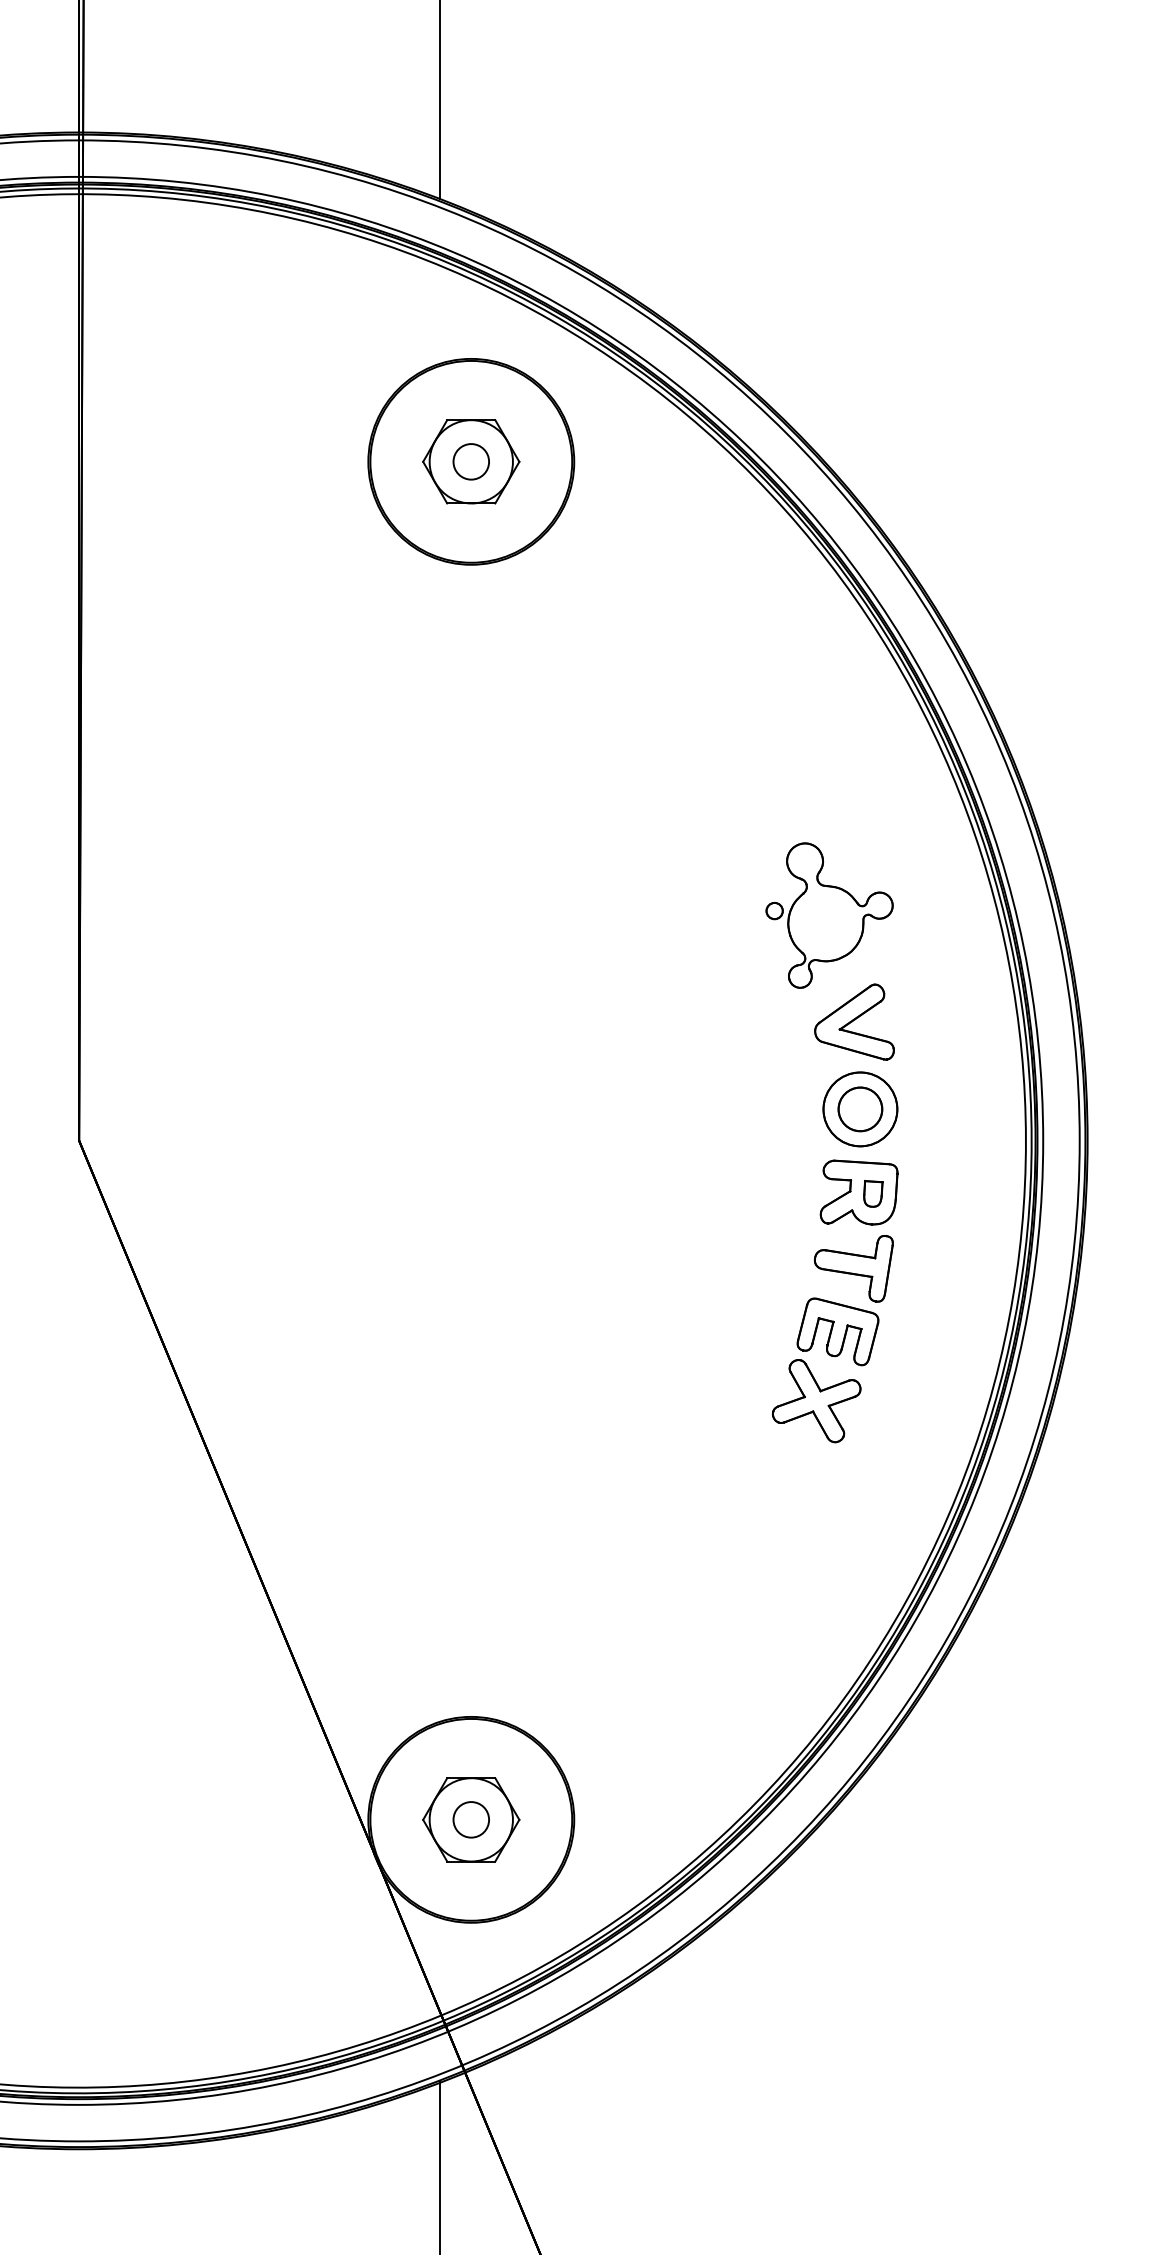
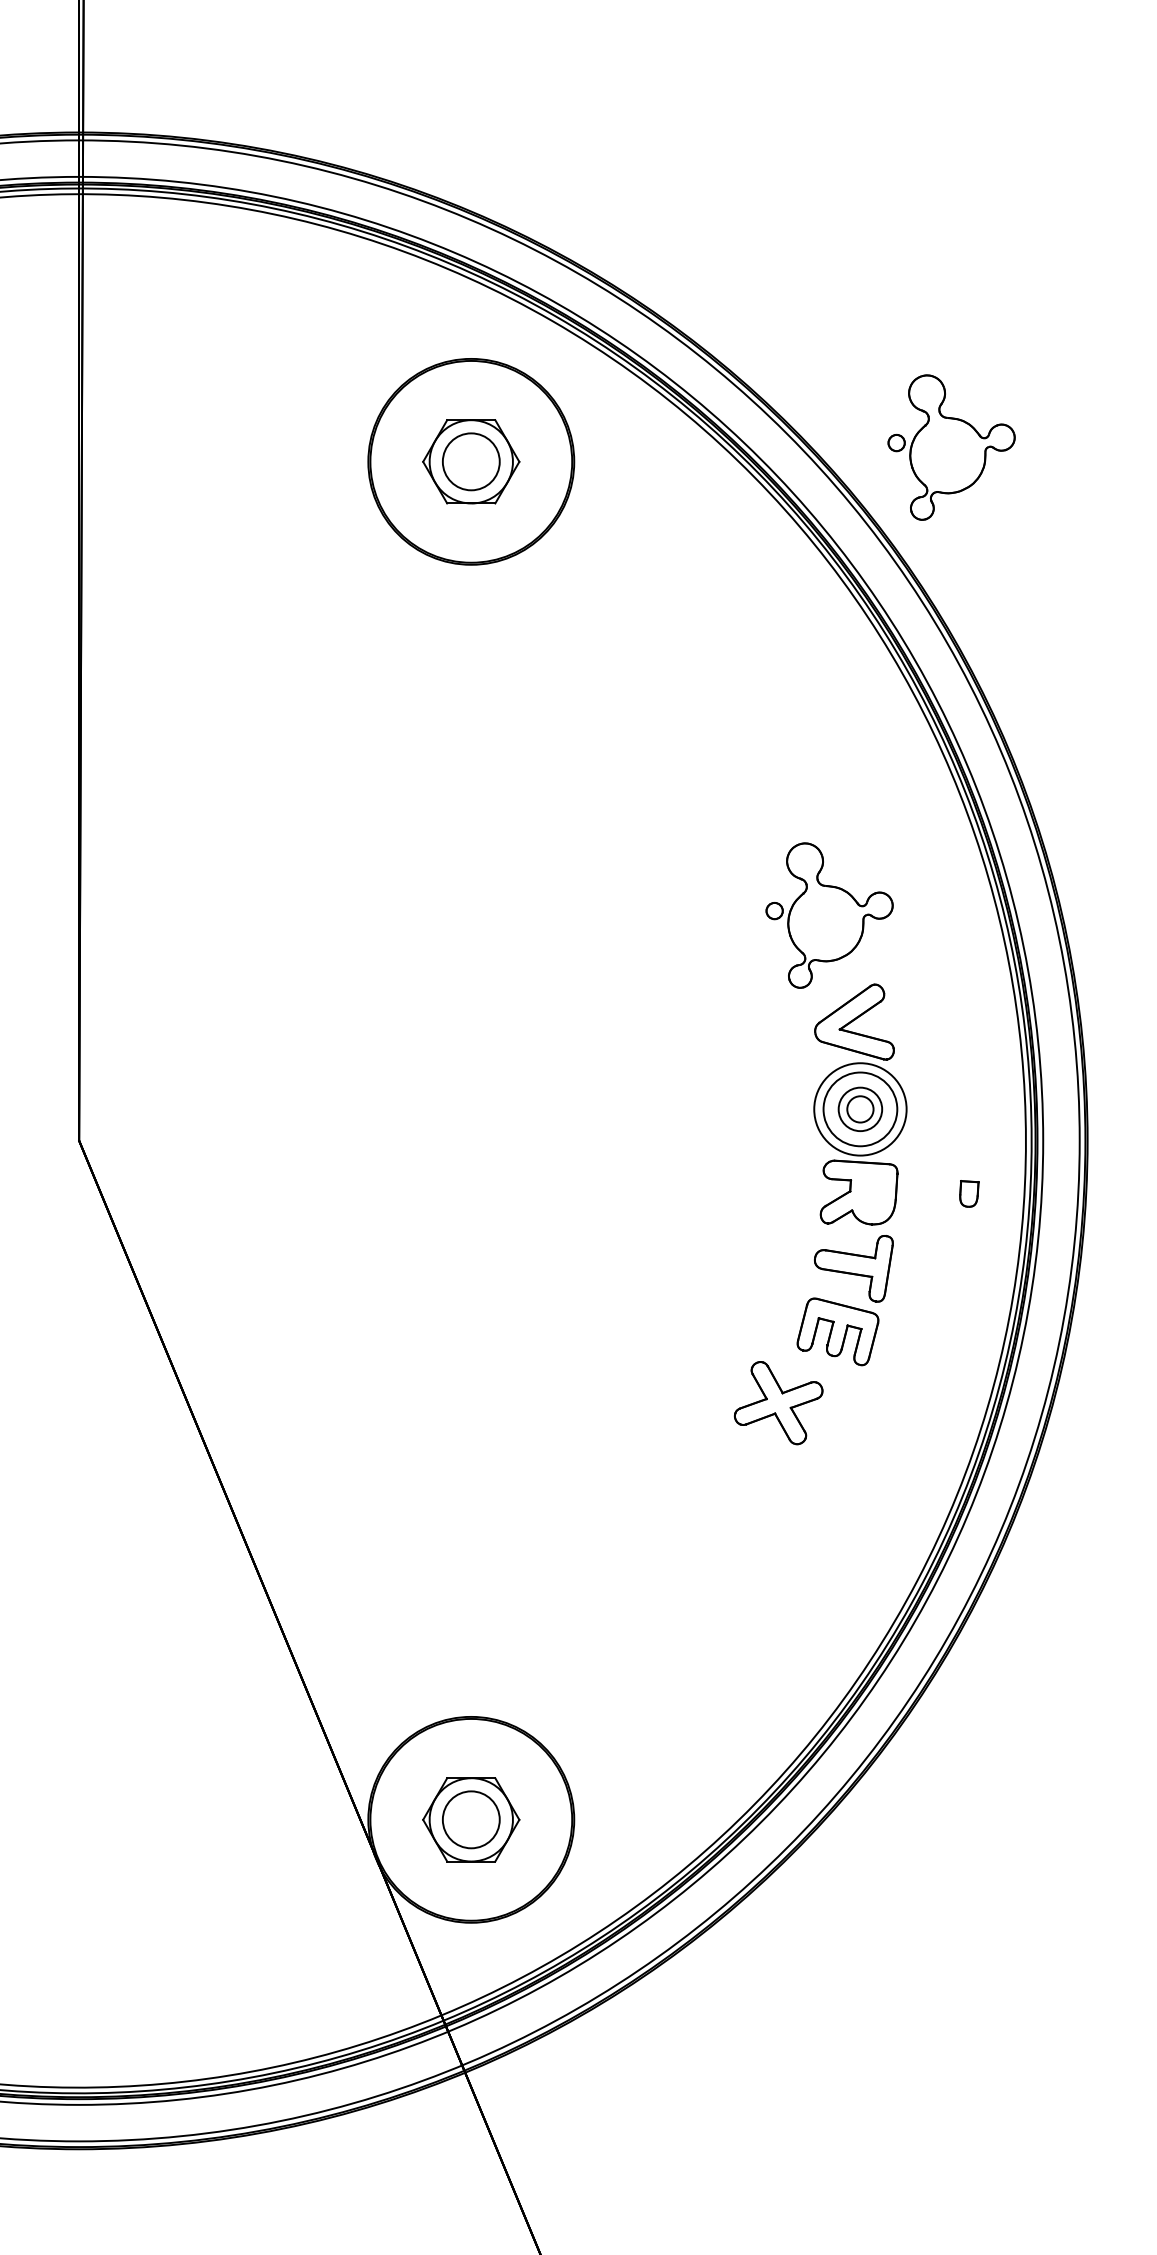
line at (440, 100): present -> none
part at (951, 447): none -> present
circle at (471, 461) diameter: 36 px -> 57 px
circle at (860, 1109) diameter: 44 px -> 26 px
circle at (860, 1109) diameter: 74 px -> 92 px
part at (873, 1193) position: (873, 1193) -> (969, 1193)
part at (816, 1401) position: (816, 1401) -> (778, 1403)
circle at (471, 1819) diameter: 36 px -> 57 px
line at (440, 2166): present -> none
